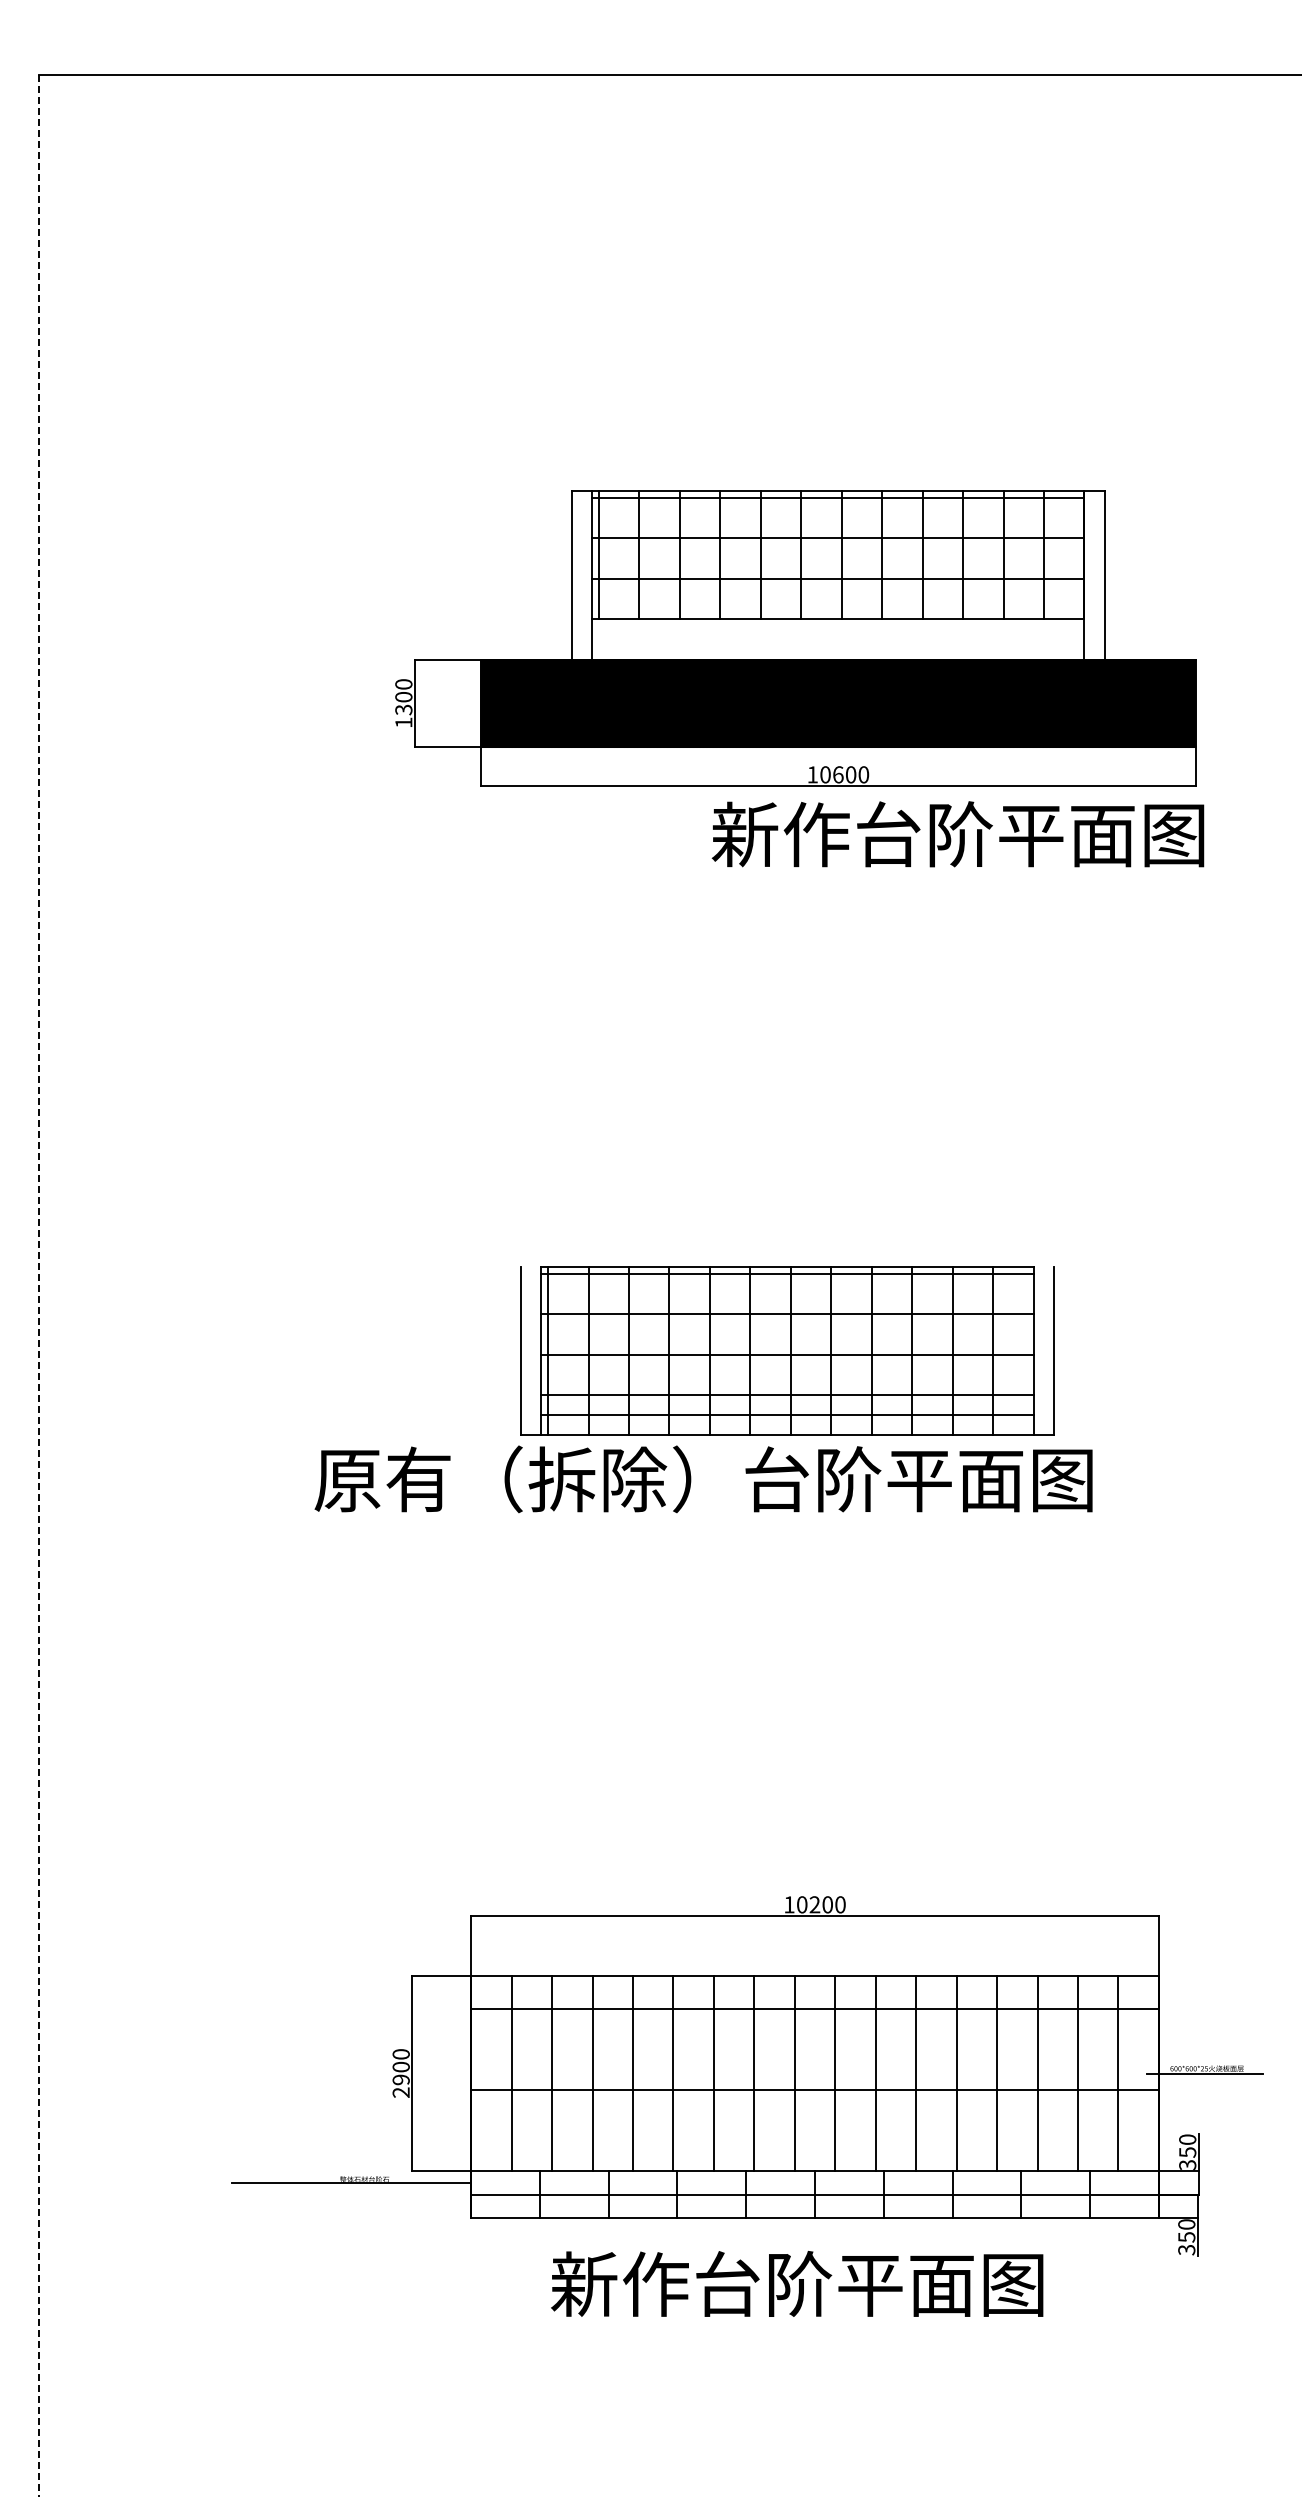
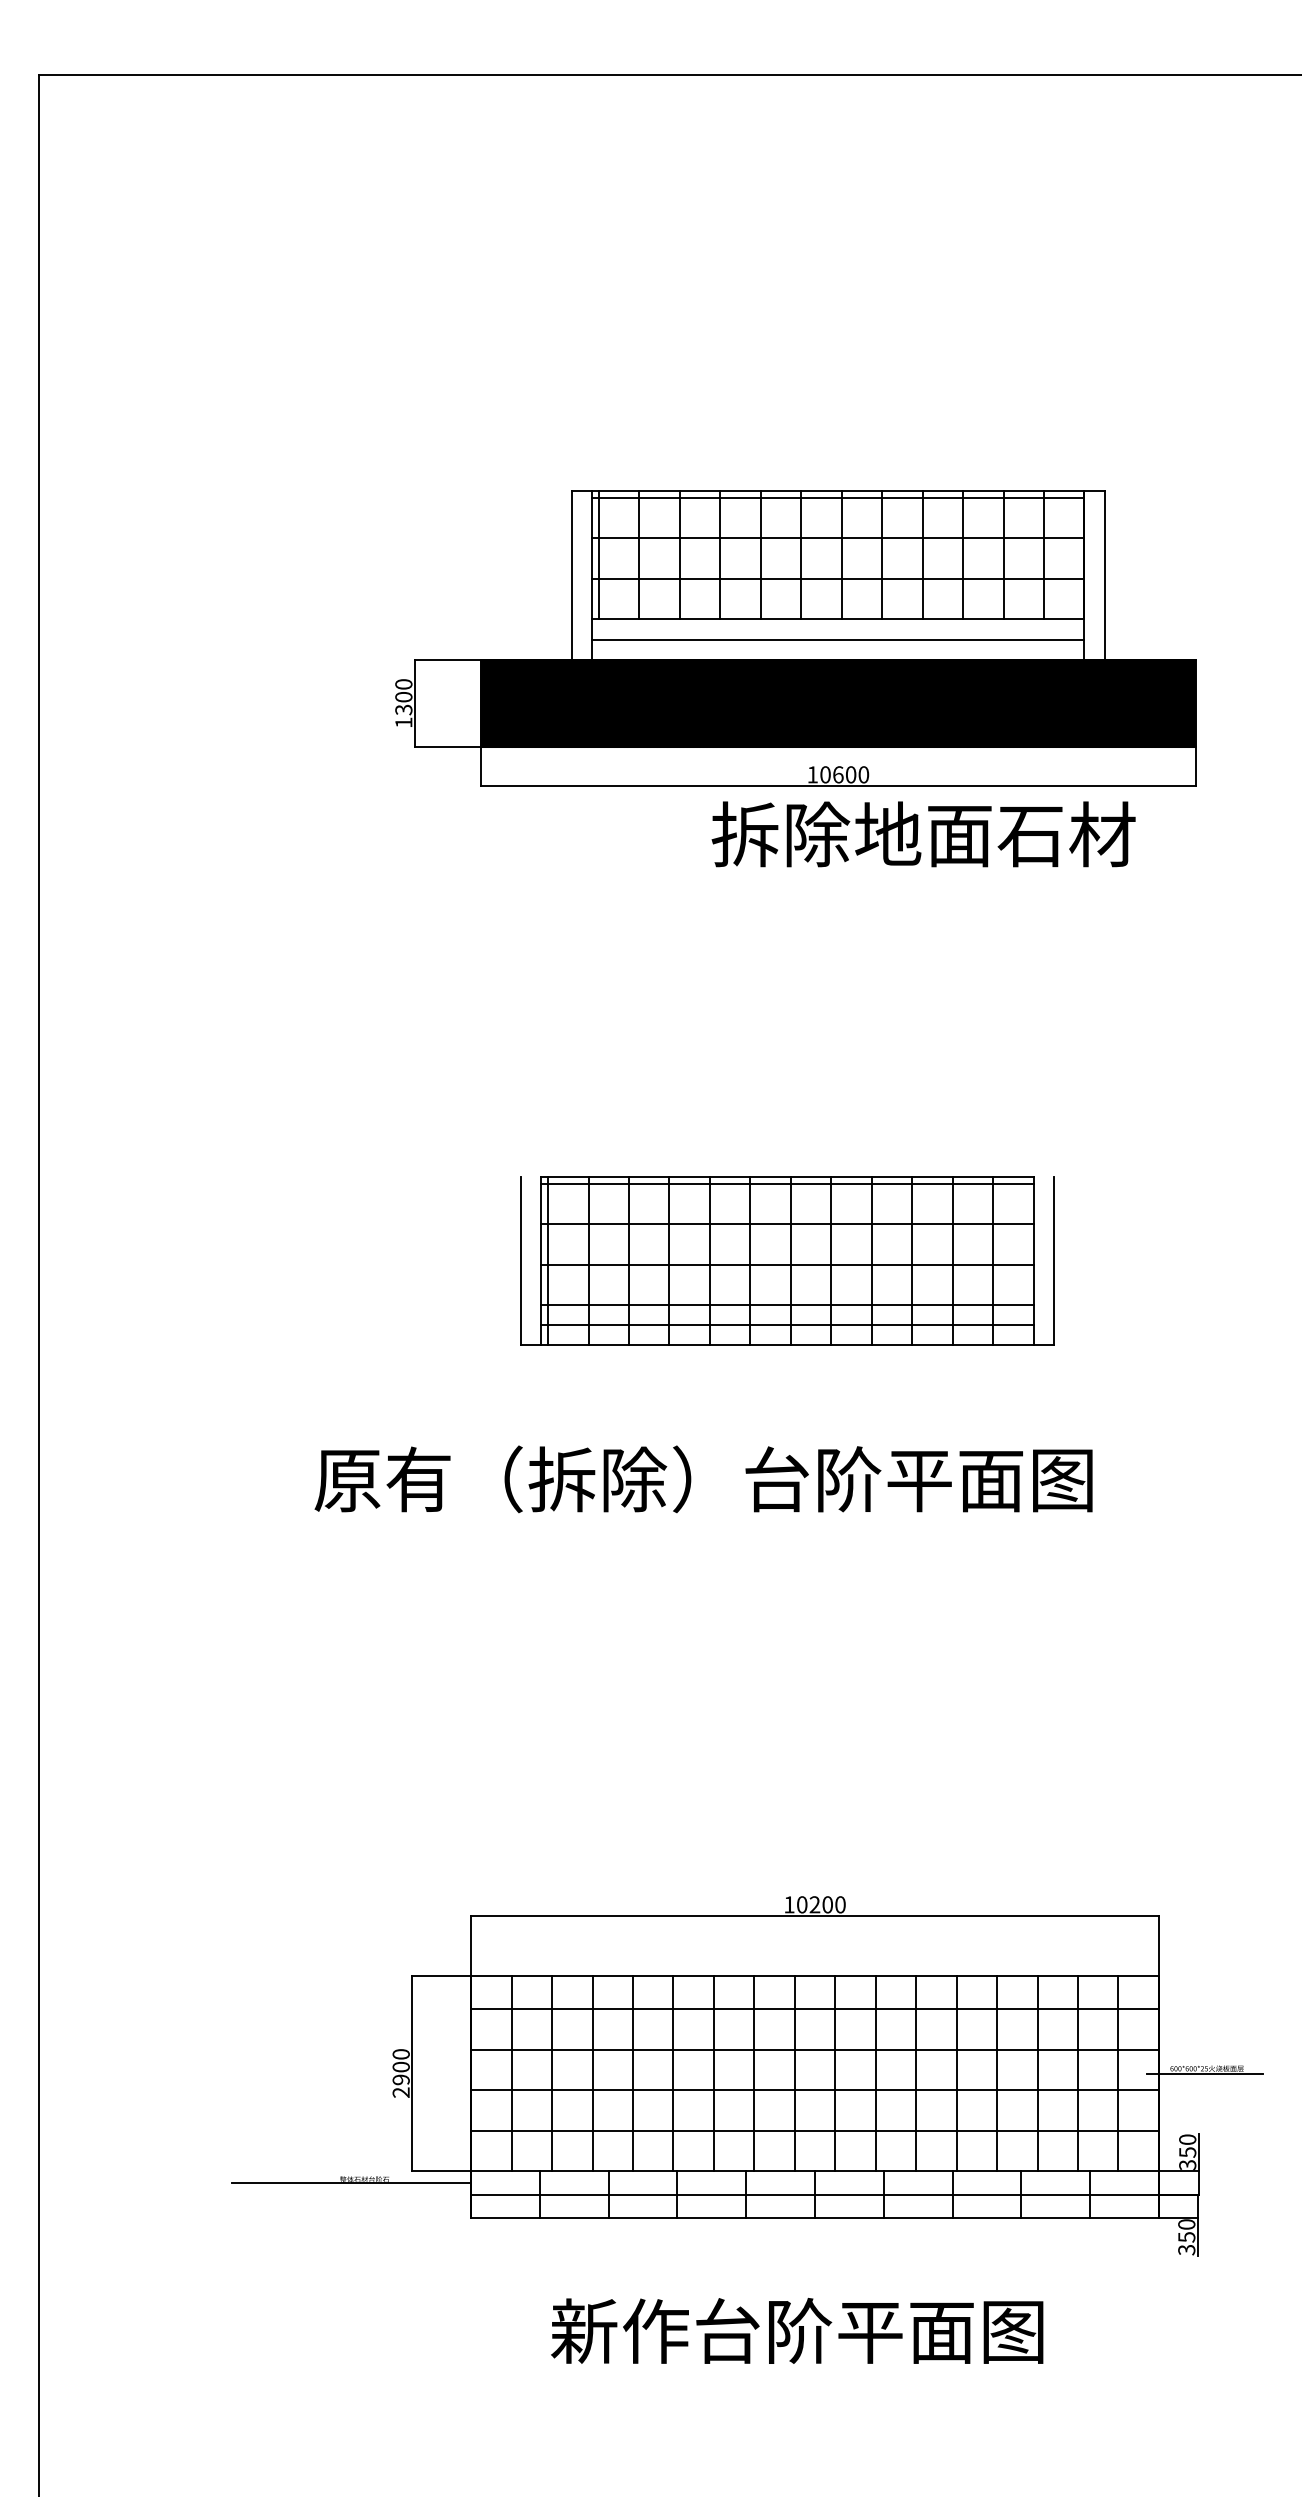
line at (838, 639): none -> present
text at (957, 834): 新作台阶平面图 -> 拆除地面石材
line at (39, 1285): dashed -> solid
part at (787, 1350) position: (787, 1350) -> (787, 1260)
line at (814, 2049): none -> present
line at (814, 2130): none -> present
text at (797, 2283) position: (797, 2283) -> (797, 2330)
